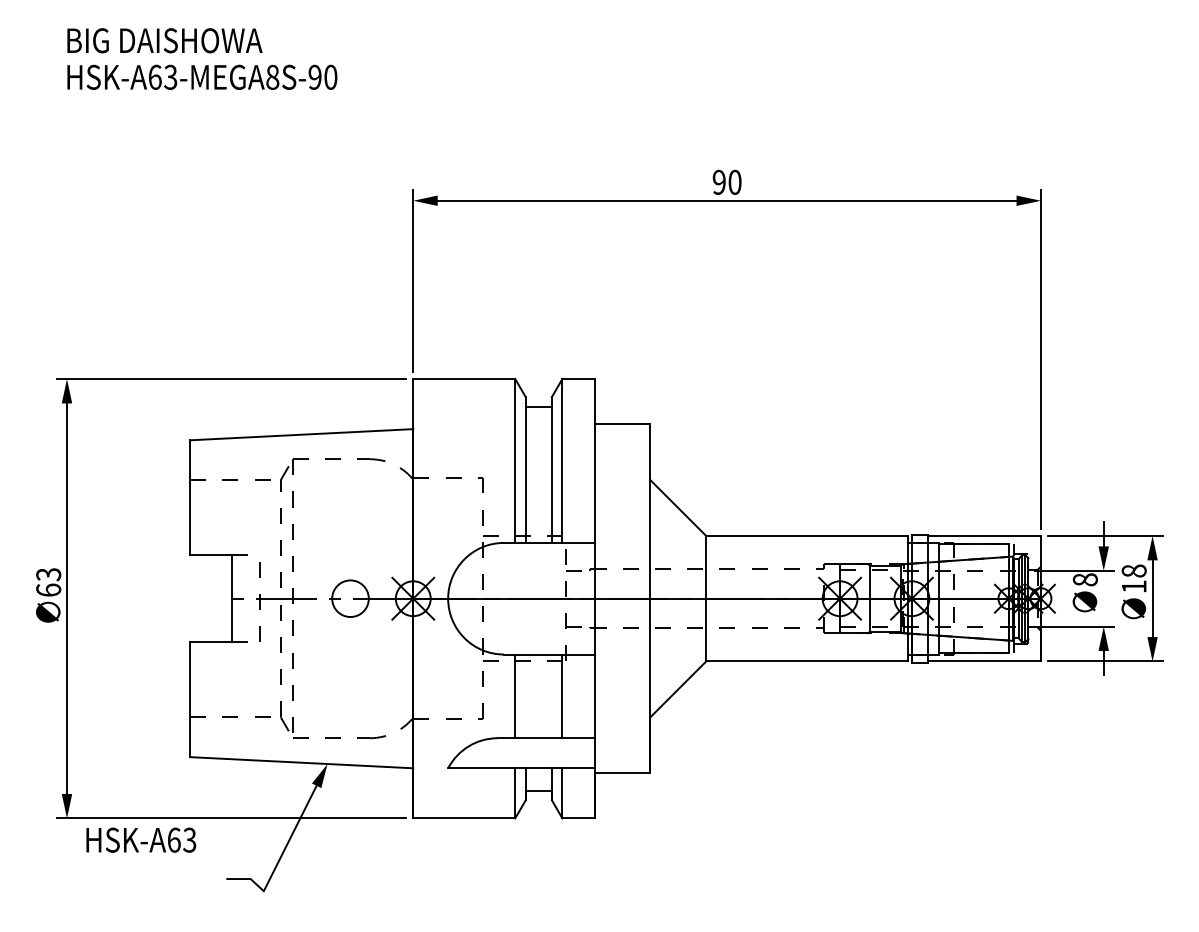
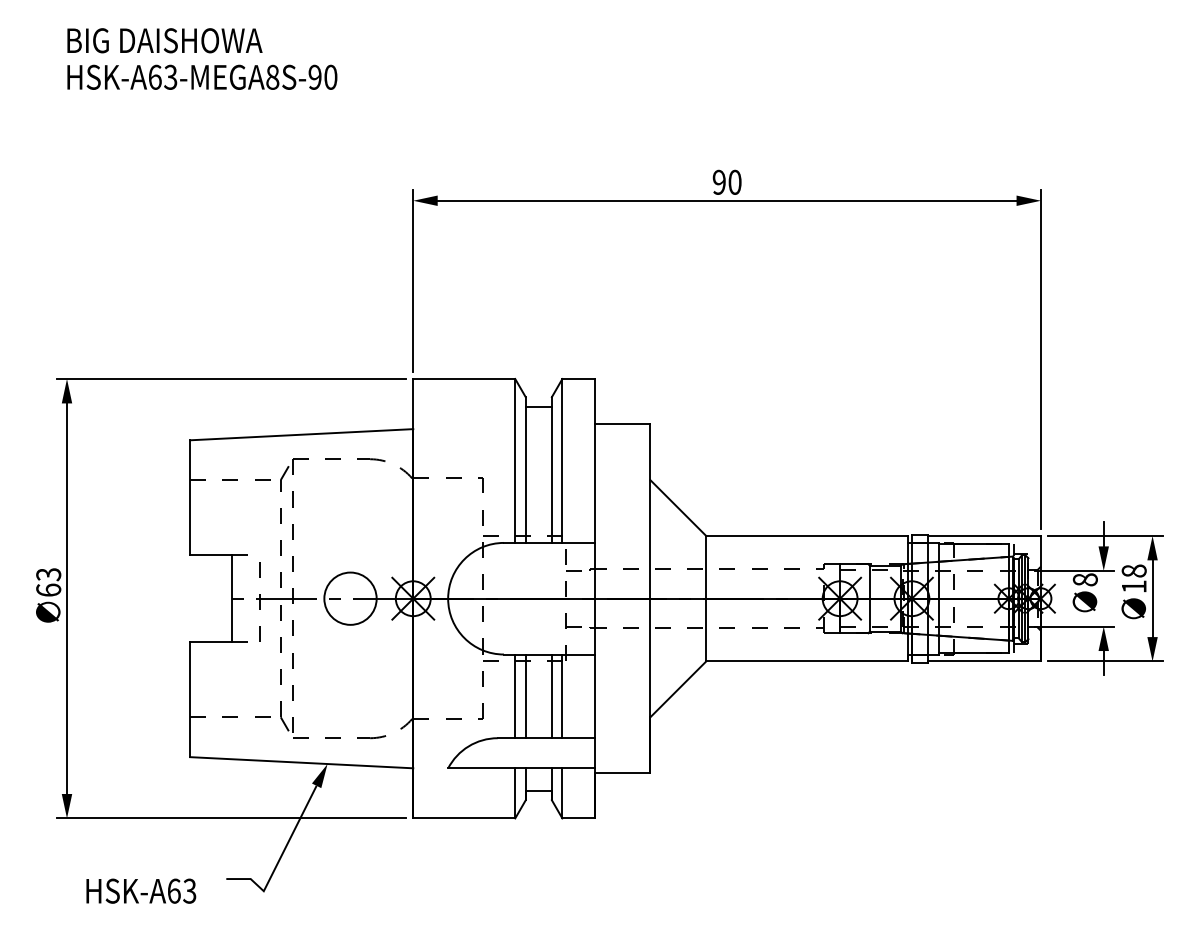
circle at (350, 598) diameter: 37 px -> 52 px
line at (525, 696): none -> present
line at (551, 696): none -> present
text at (141, 839) position: (141, 839) -> (141, 890)
